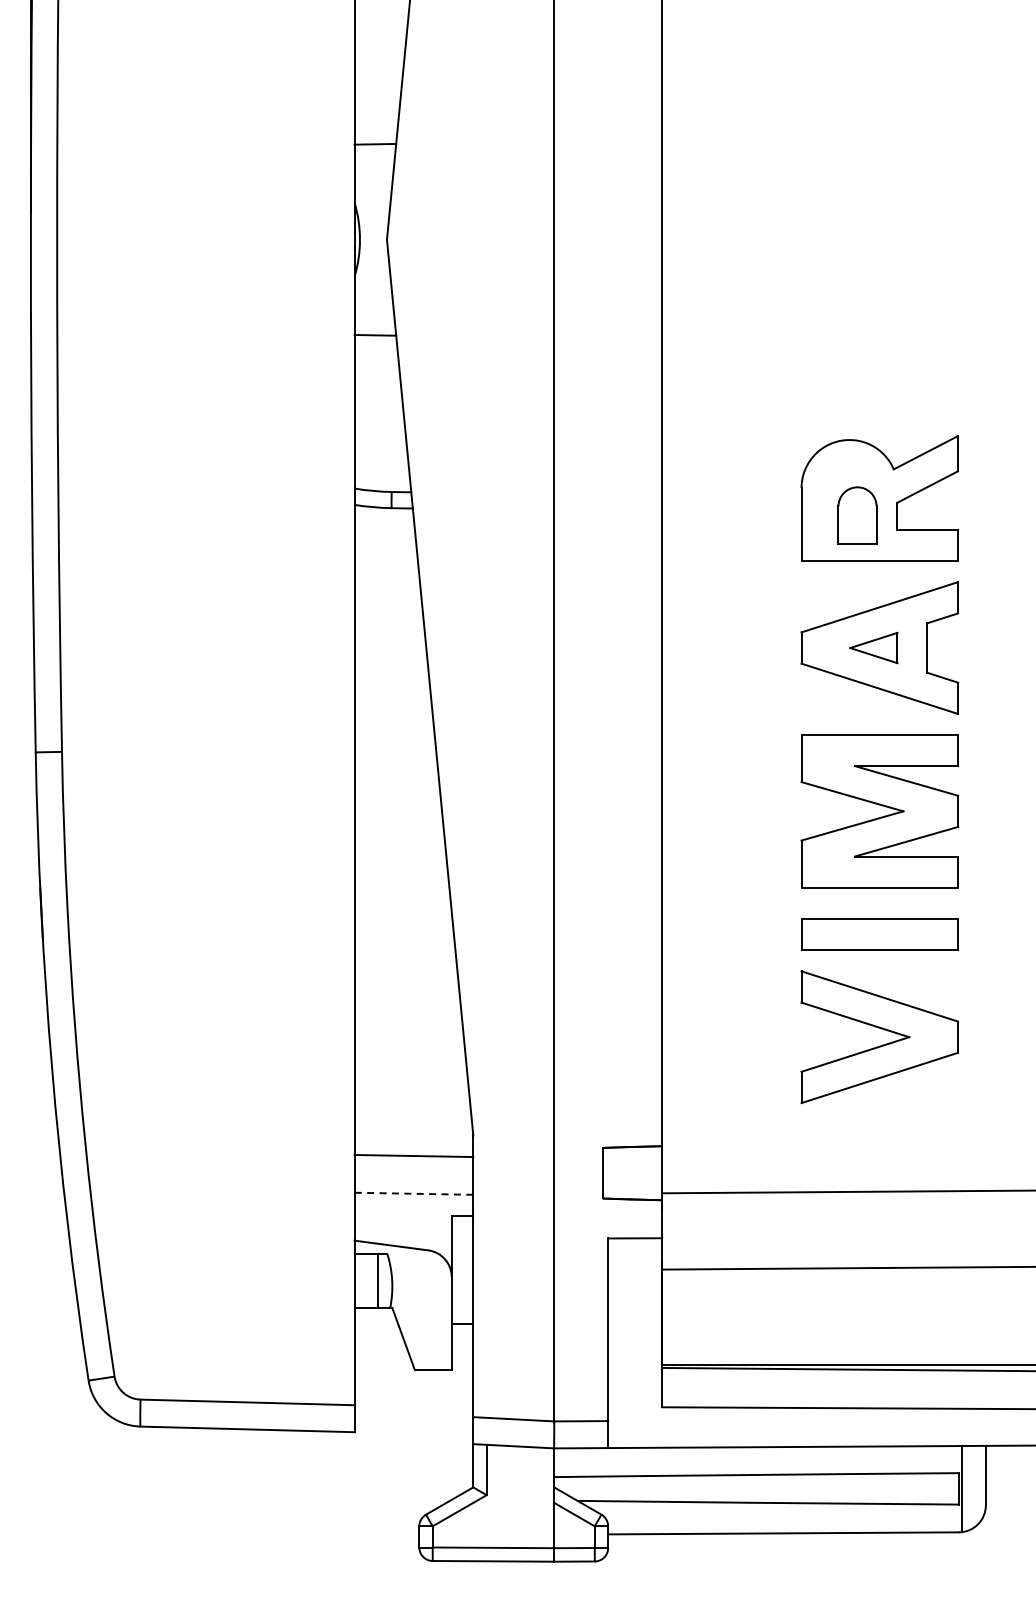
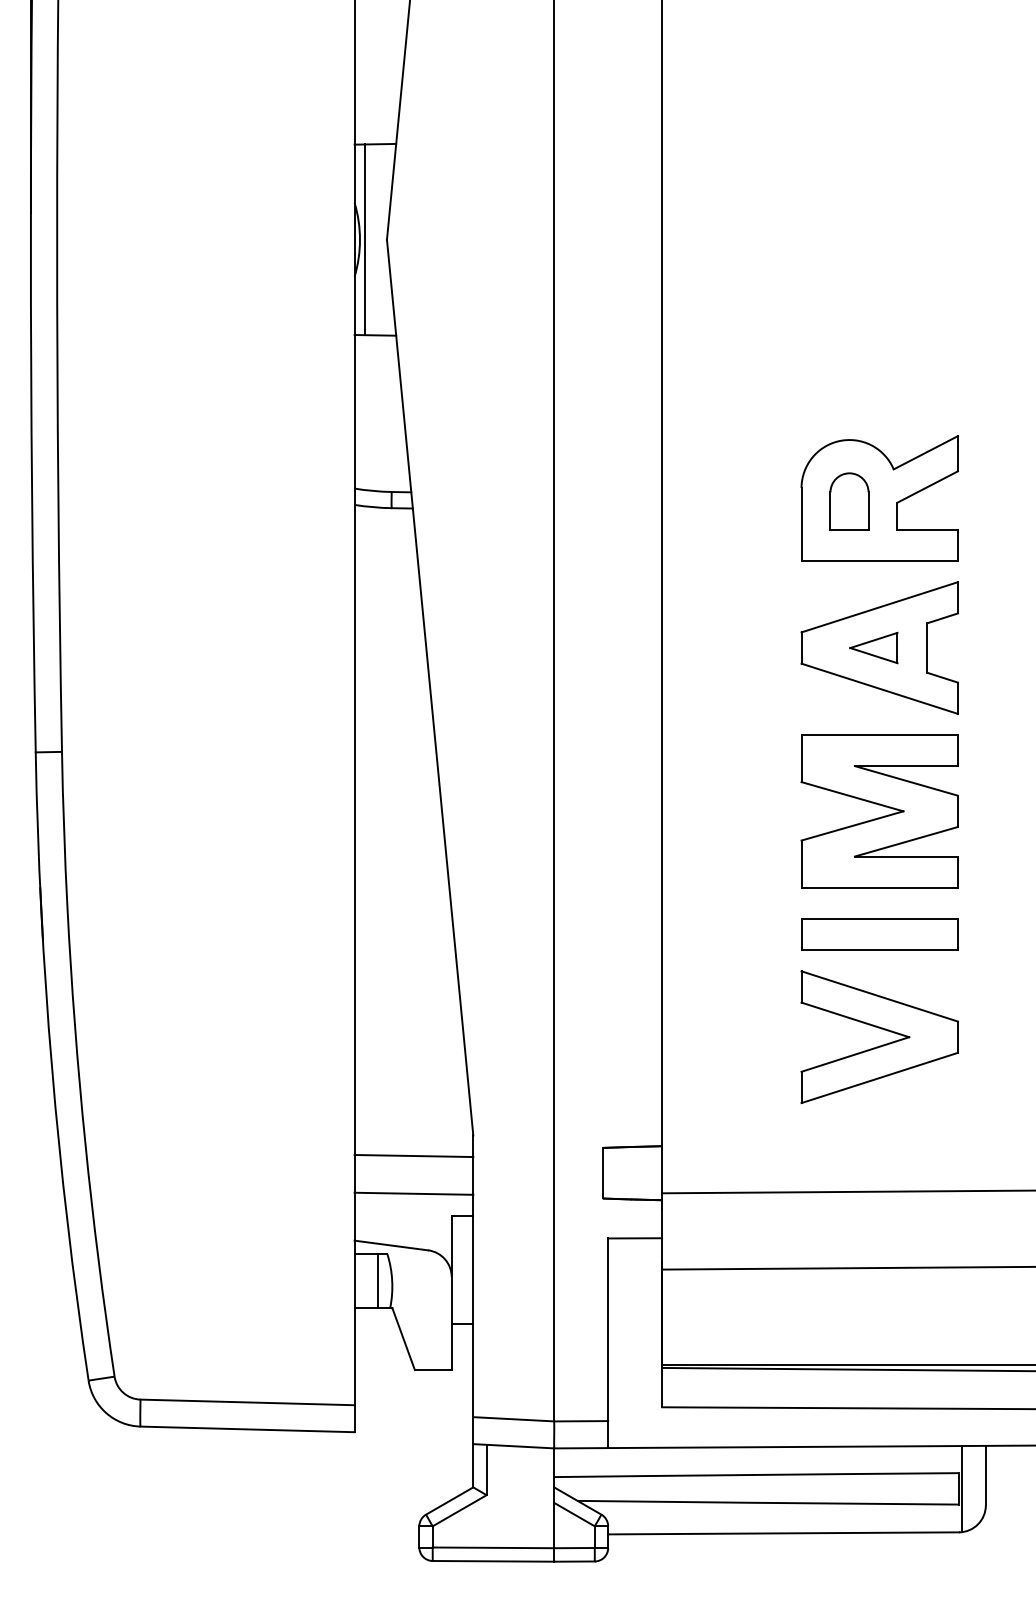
line at (365, 239): none -> present
part at (857, 515) position: (857, 515) -> (849, 501)
line at (413, 1193): dashed -> solid
